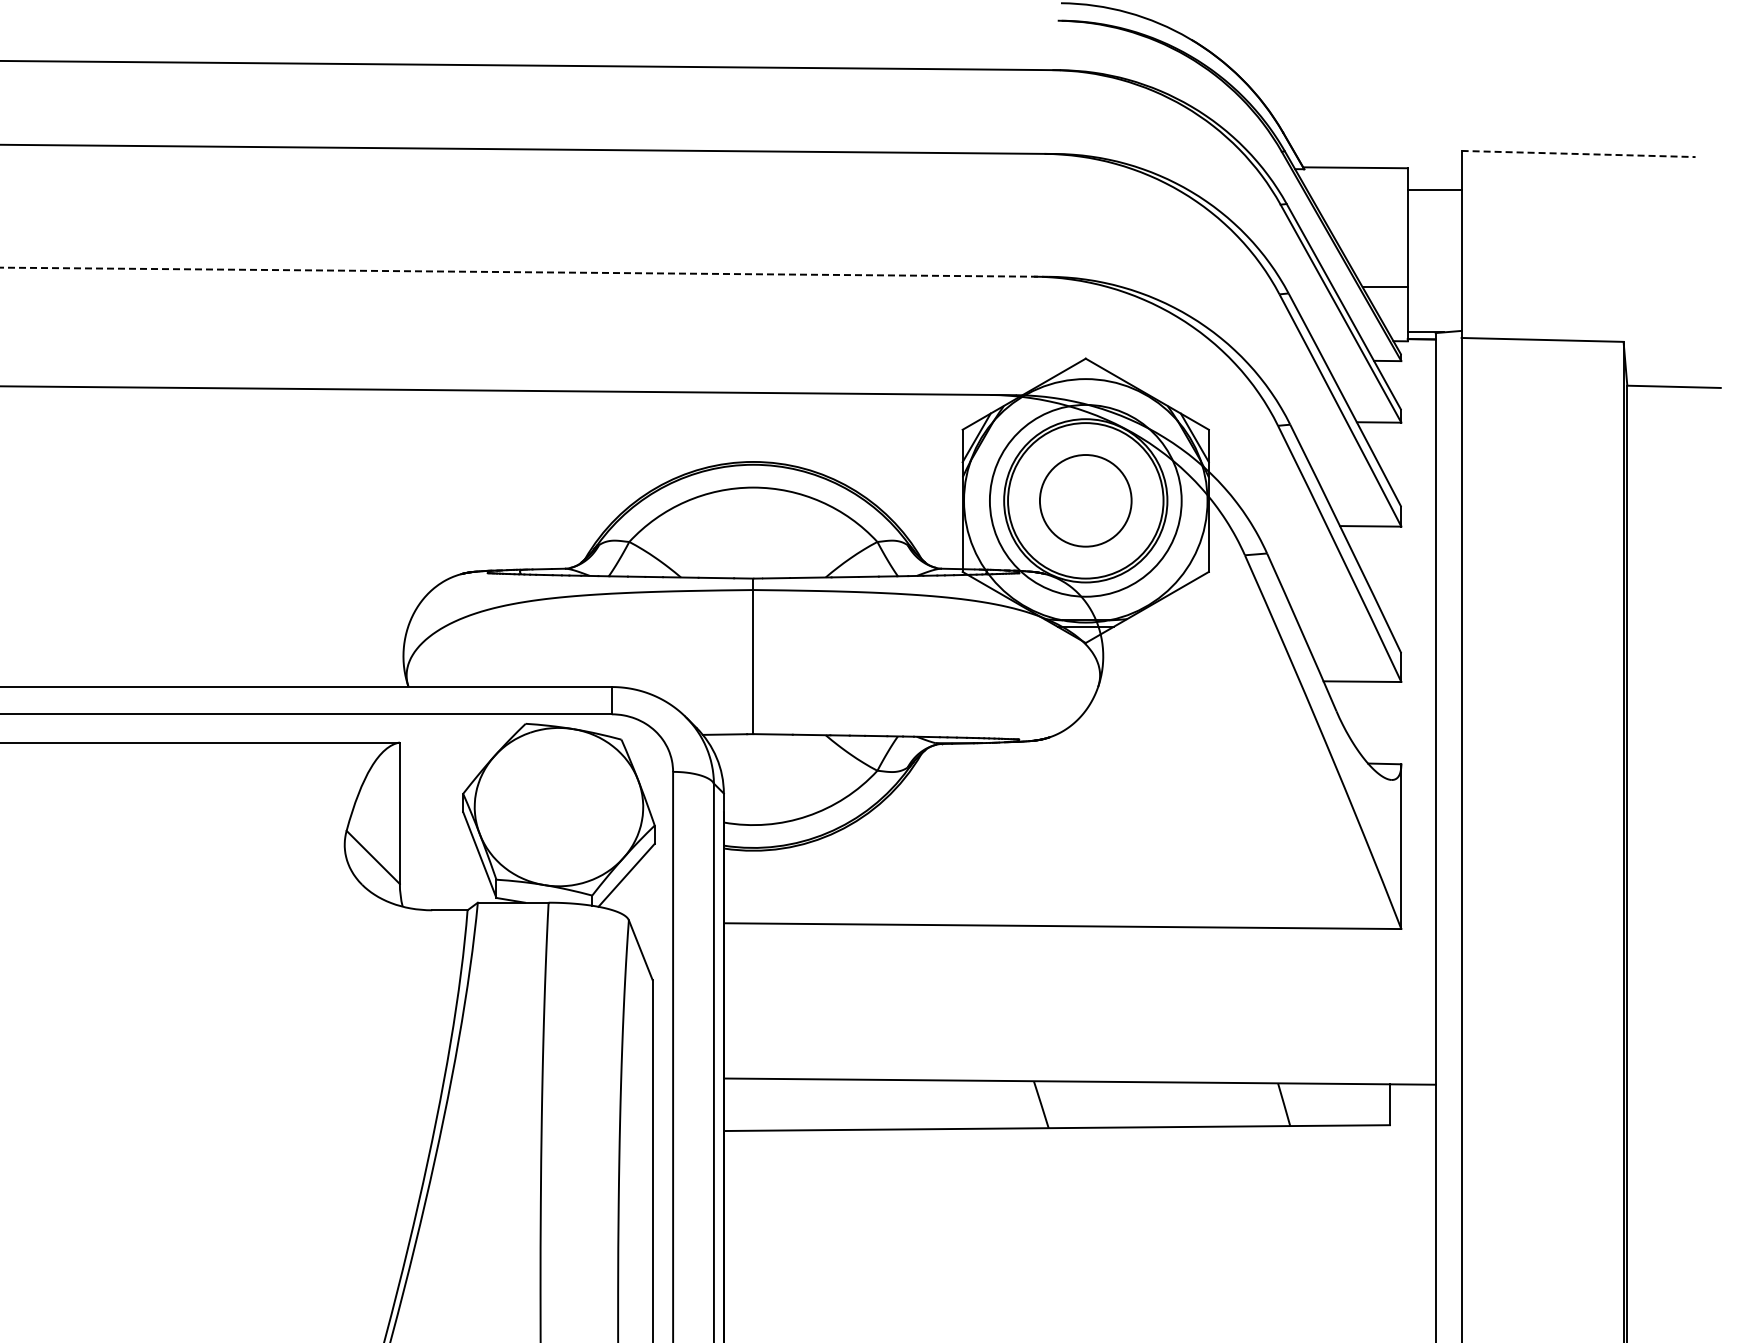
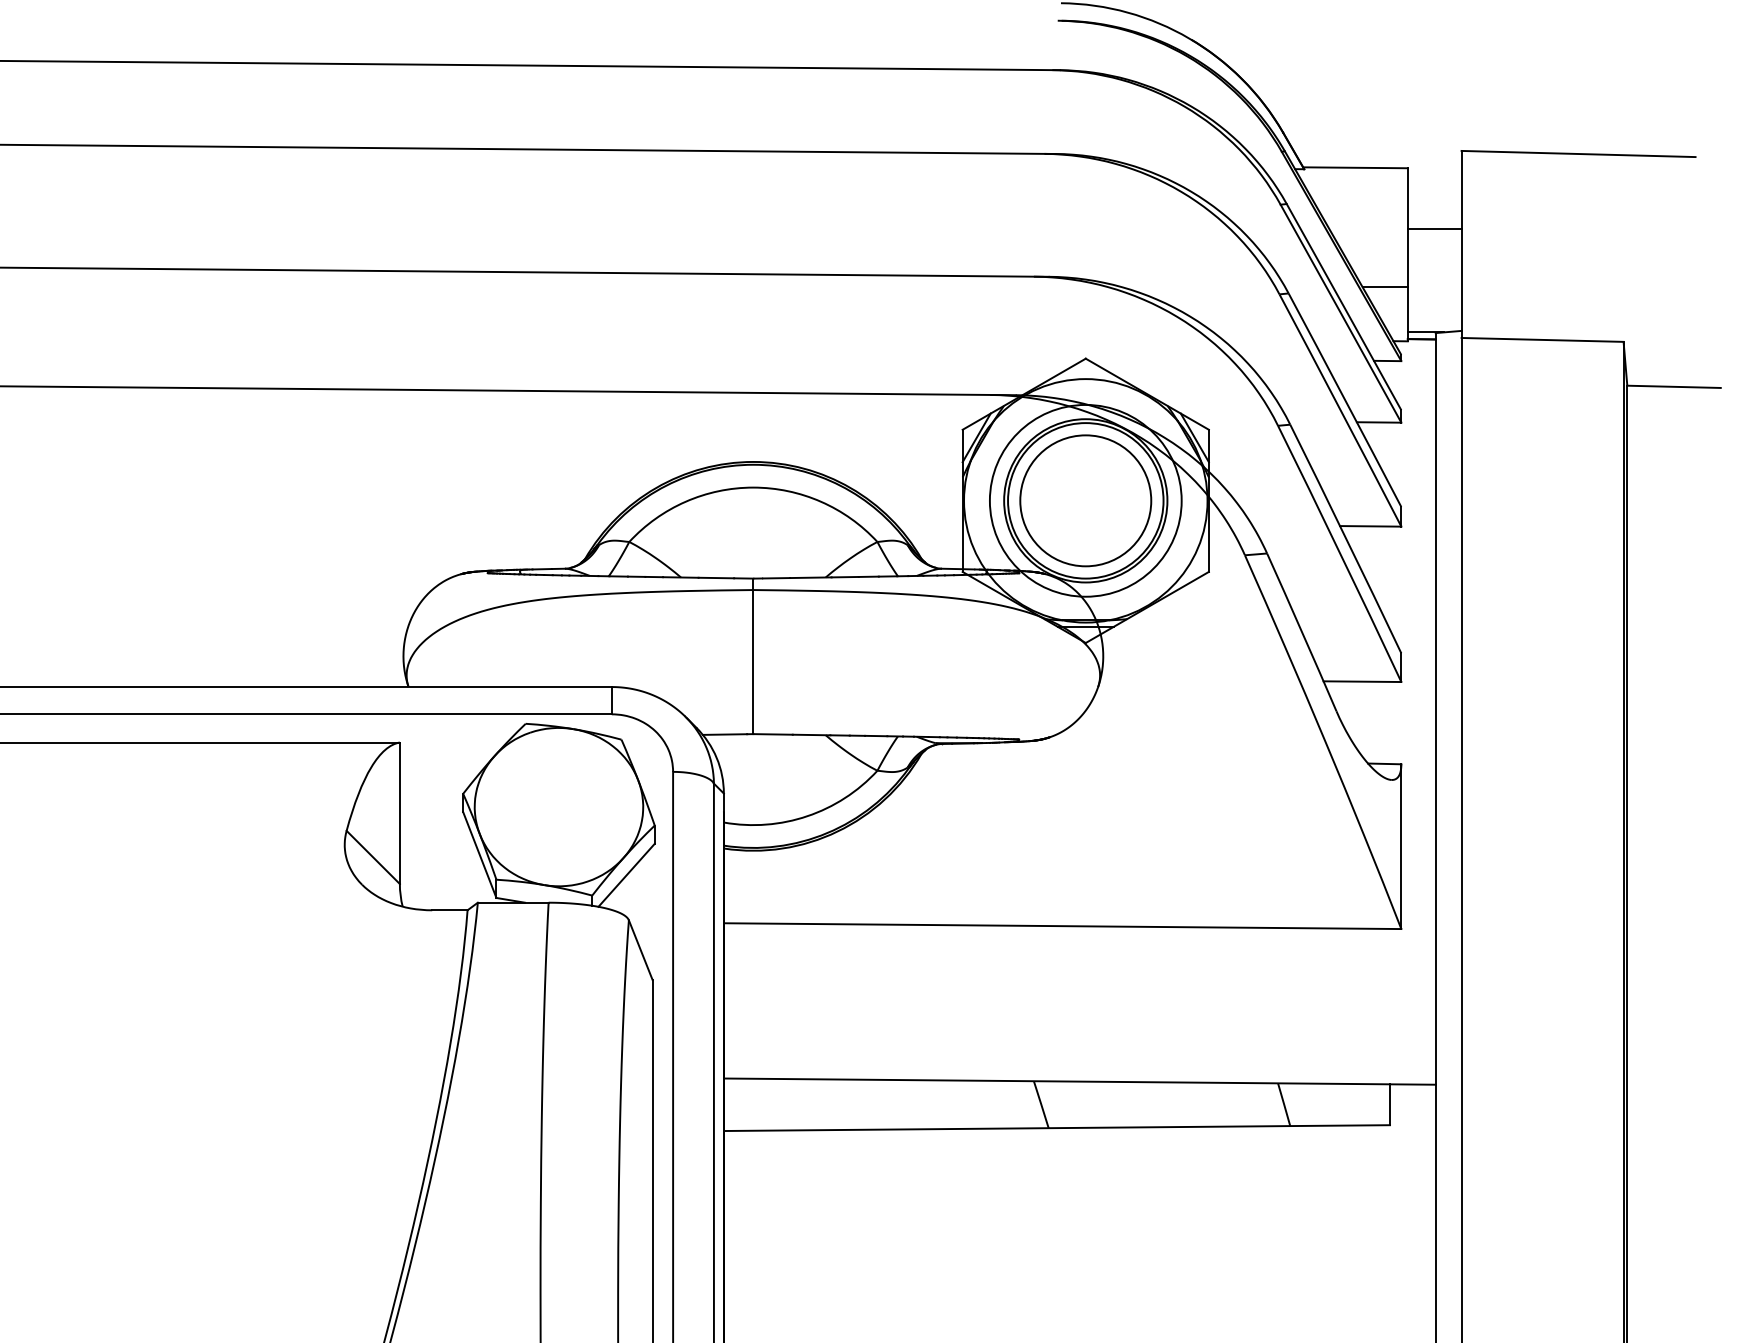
line at (1579, 154): dashed -> solid
line at (1434, 189) position: (1434, 189) -> (1434, 228)
line at (524, 272): dashed -> solid
circle at (1085, 500) diameter: 92 px -> 131 px
